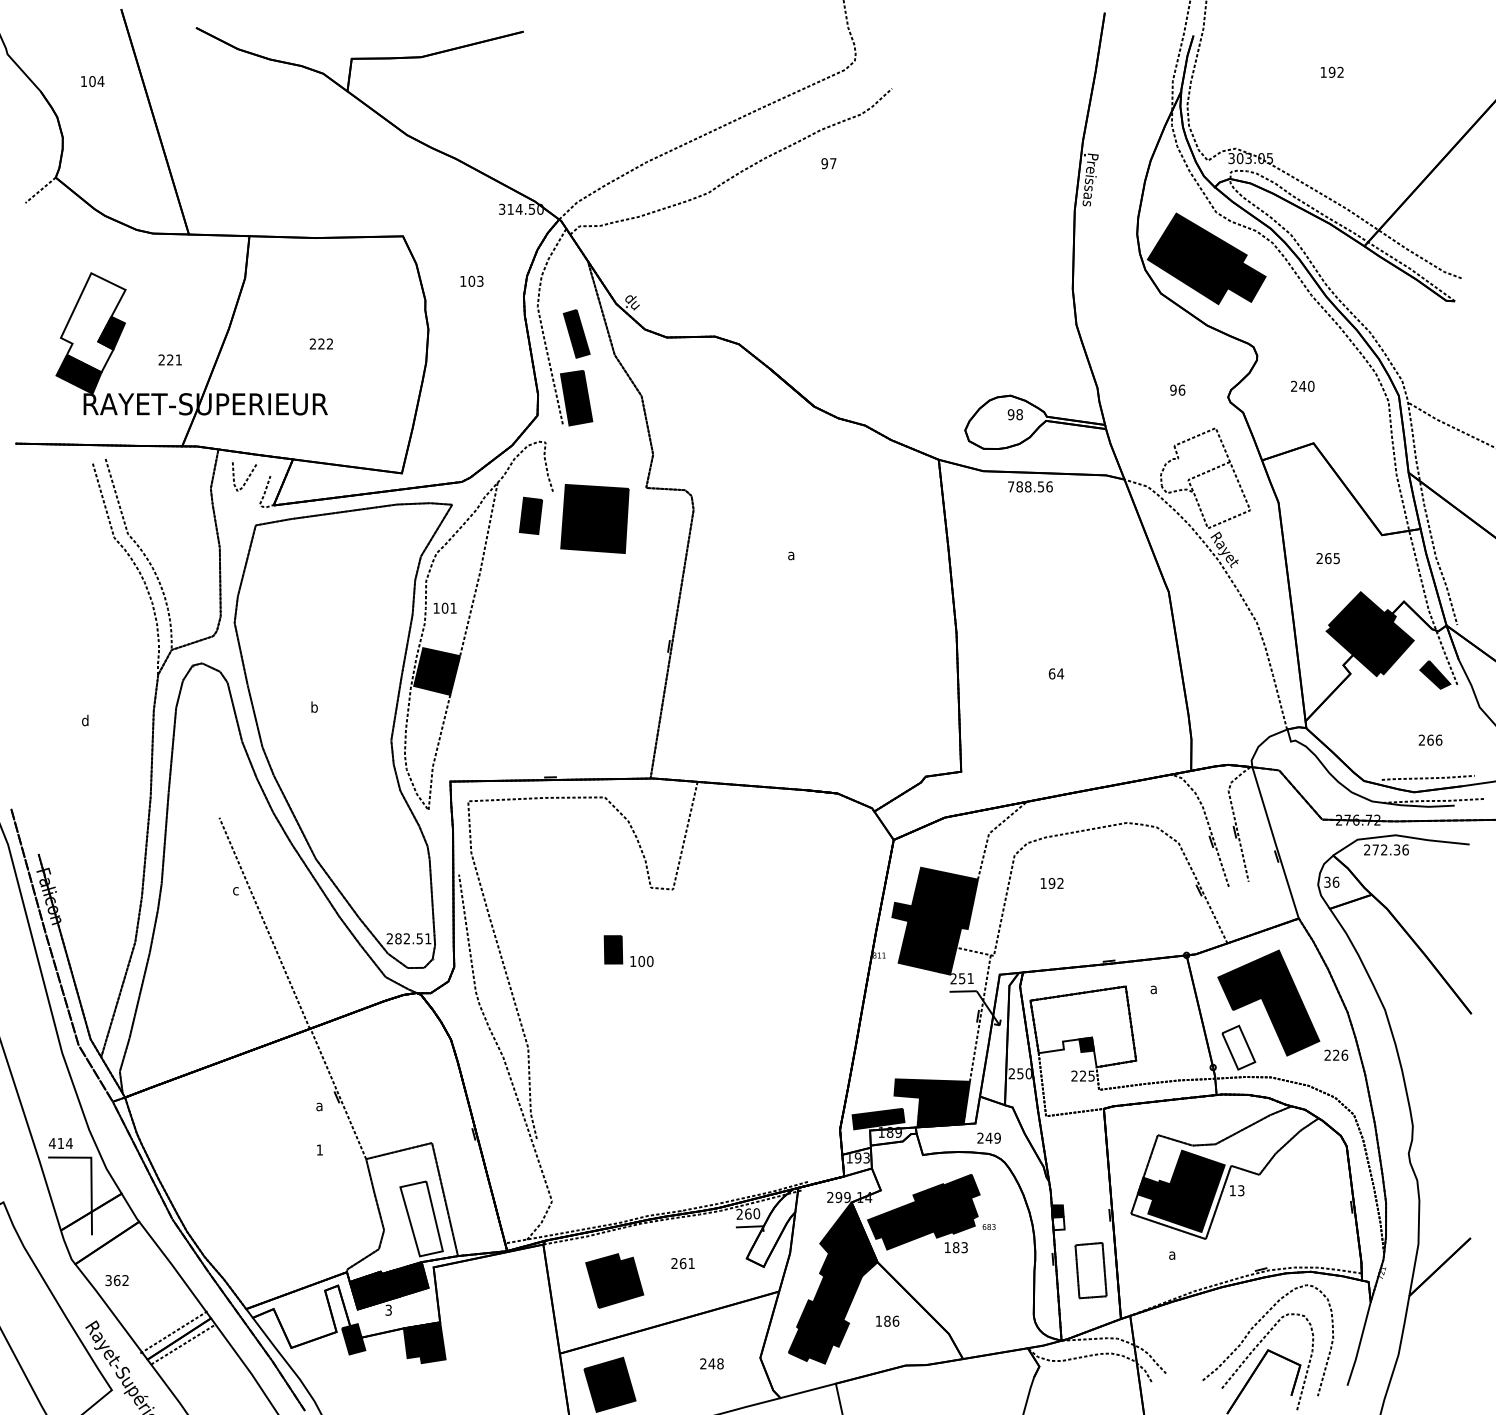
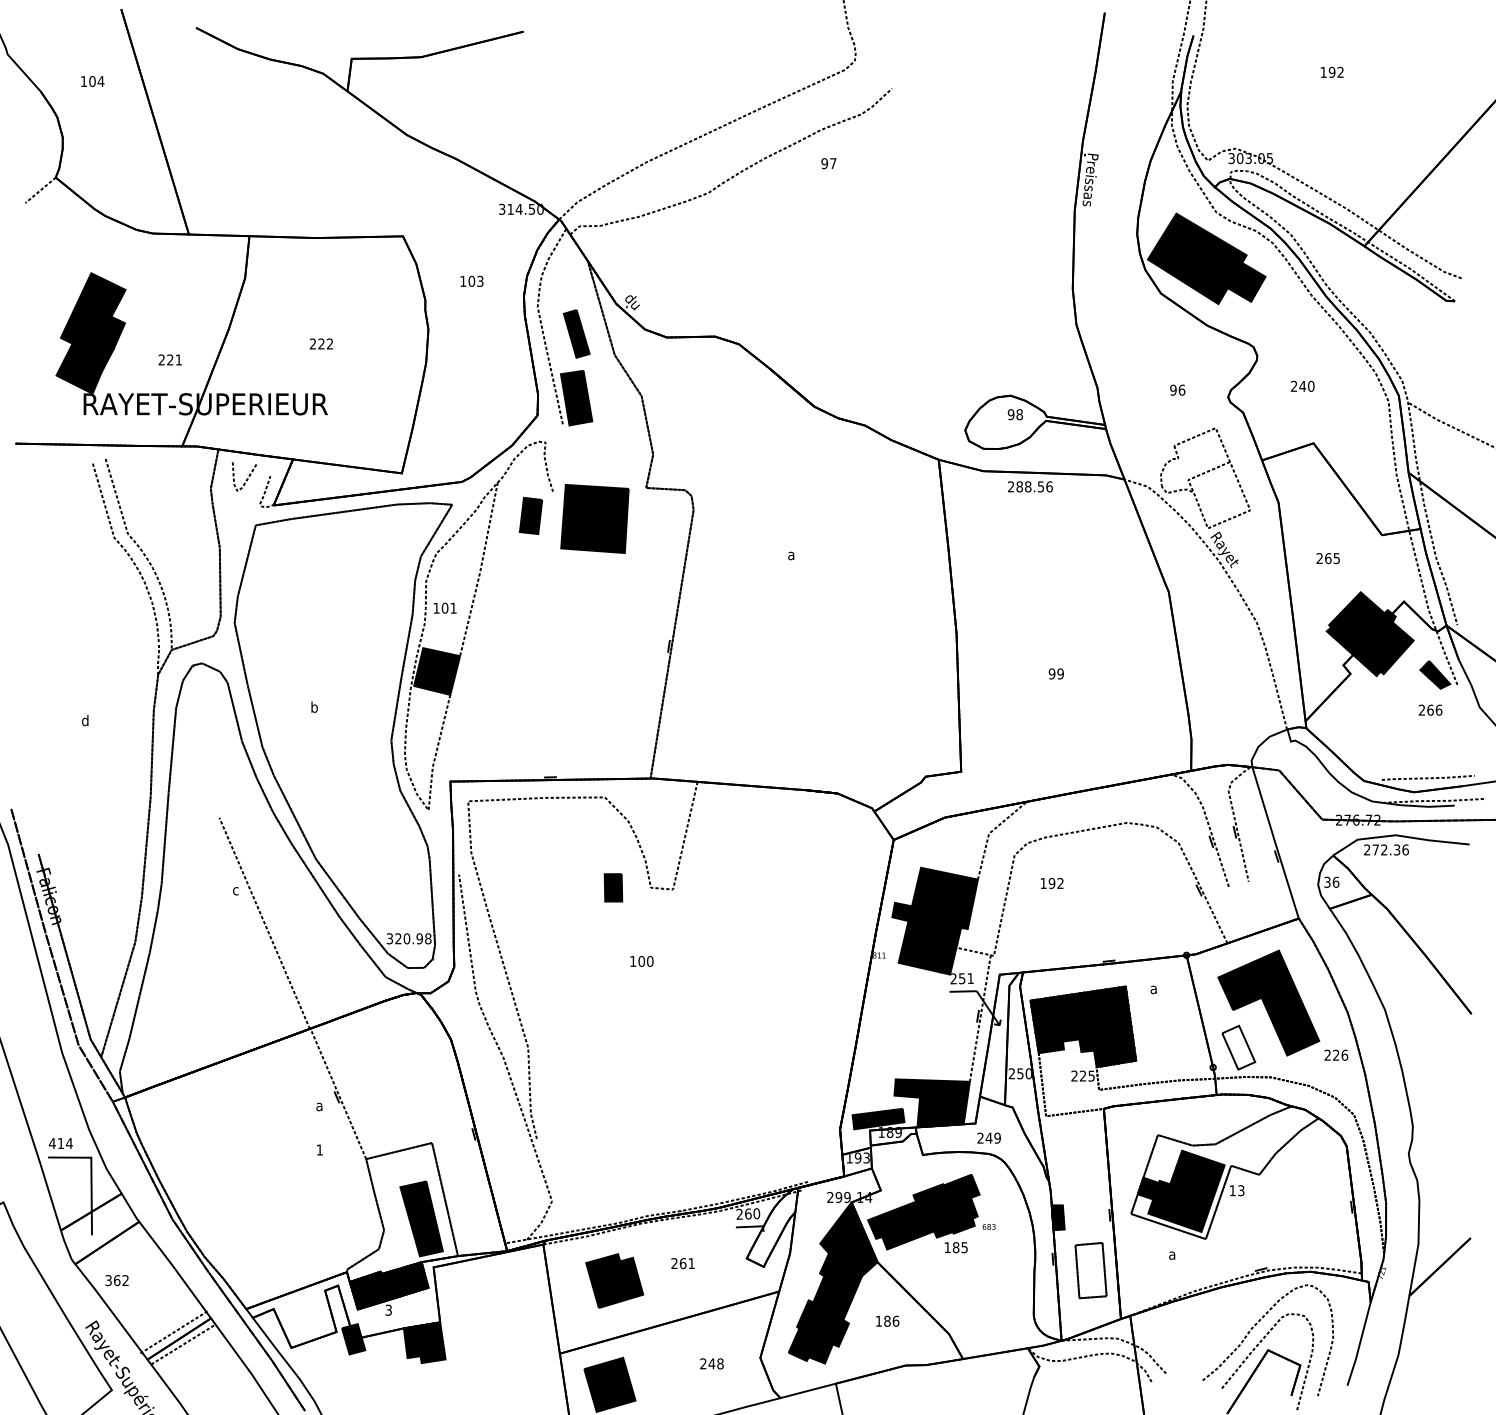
fill at (92, 322): none -> present
text at (1011, 486): 788.56 -> 288.56
text at (1056, 673): 64 -> 99
text at (1430, 739) position: (1430, 739) -> (1430, 709)
text at (408, 938): 282.51 -> 320.98
part at (613, 949) position: (613, 949) -> (613, 887)
fill at (1083, 1026): none -> present
fill at (421, 1218): none -> present
fill at (1058, 1223): none -> present
text at (964, 1247): 183 -> 185
